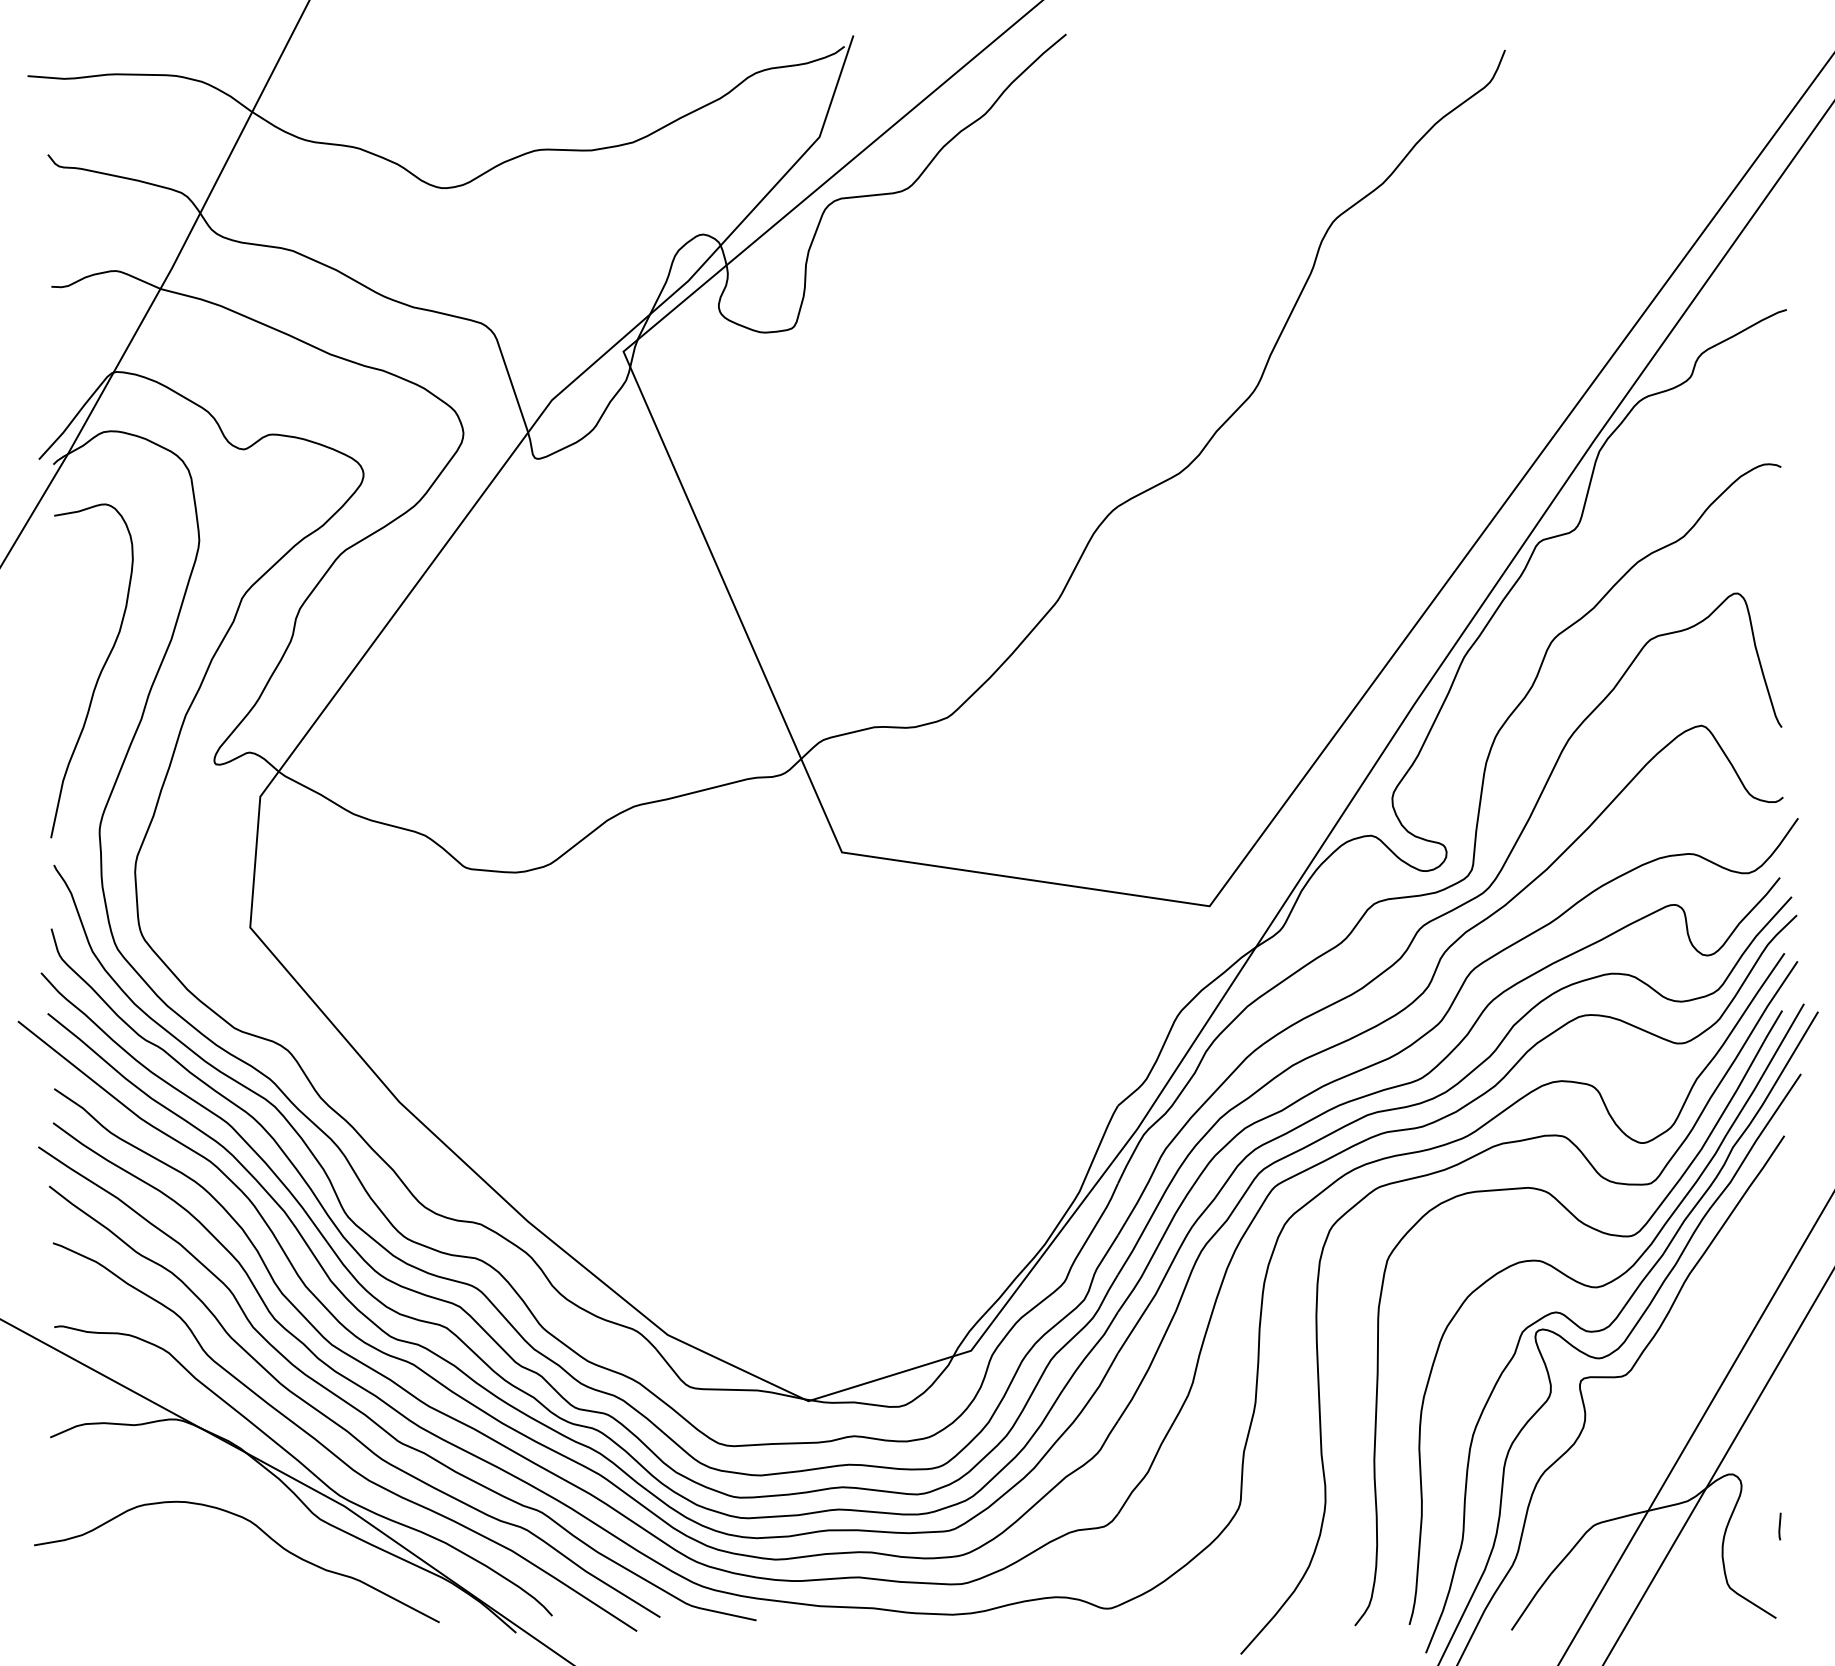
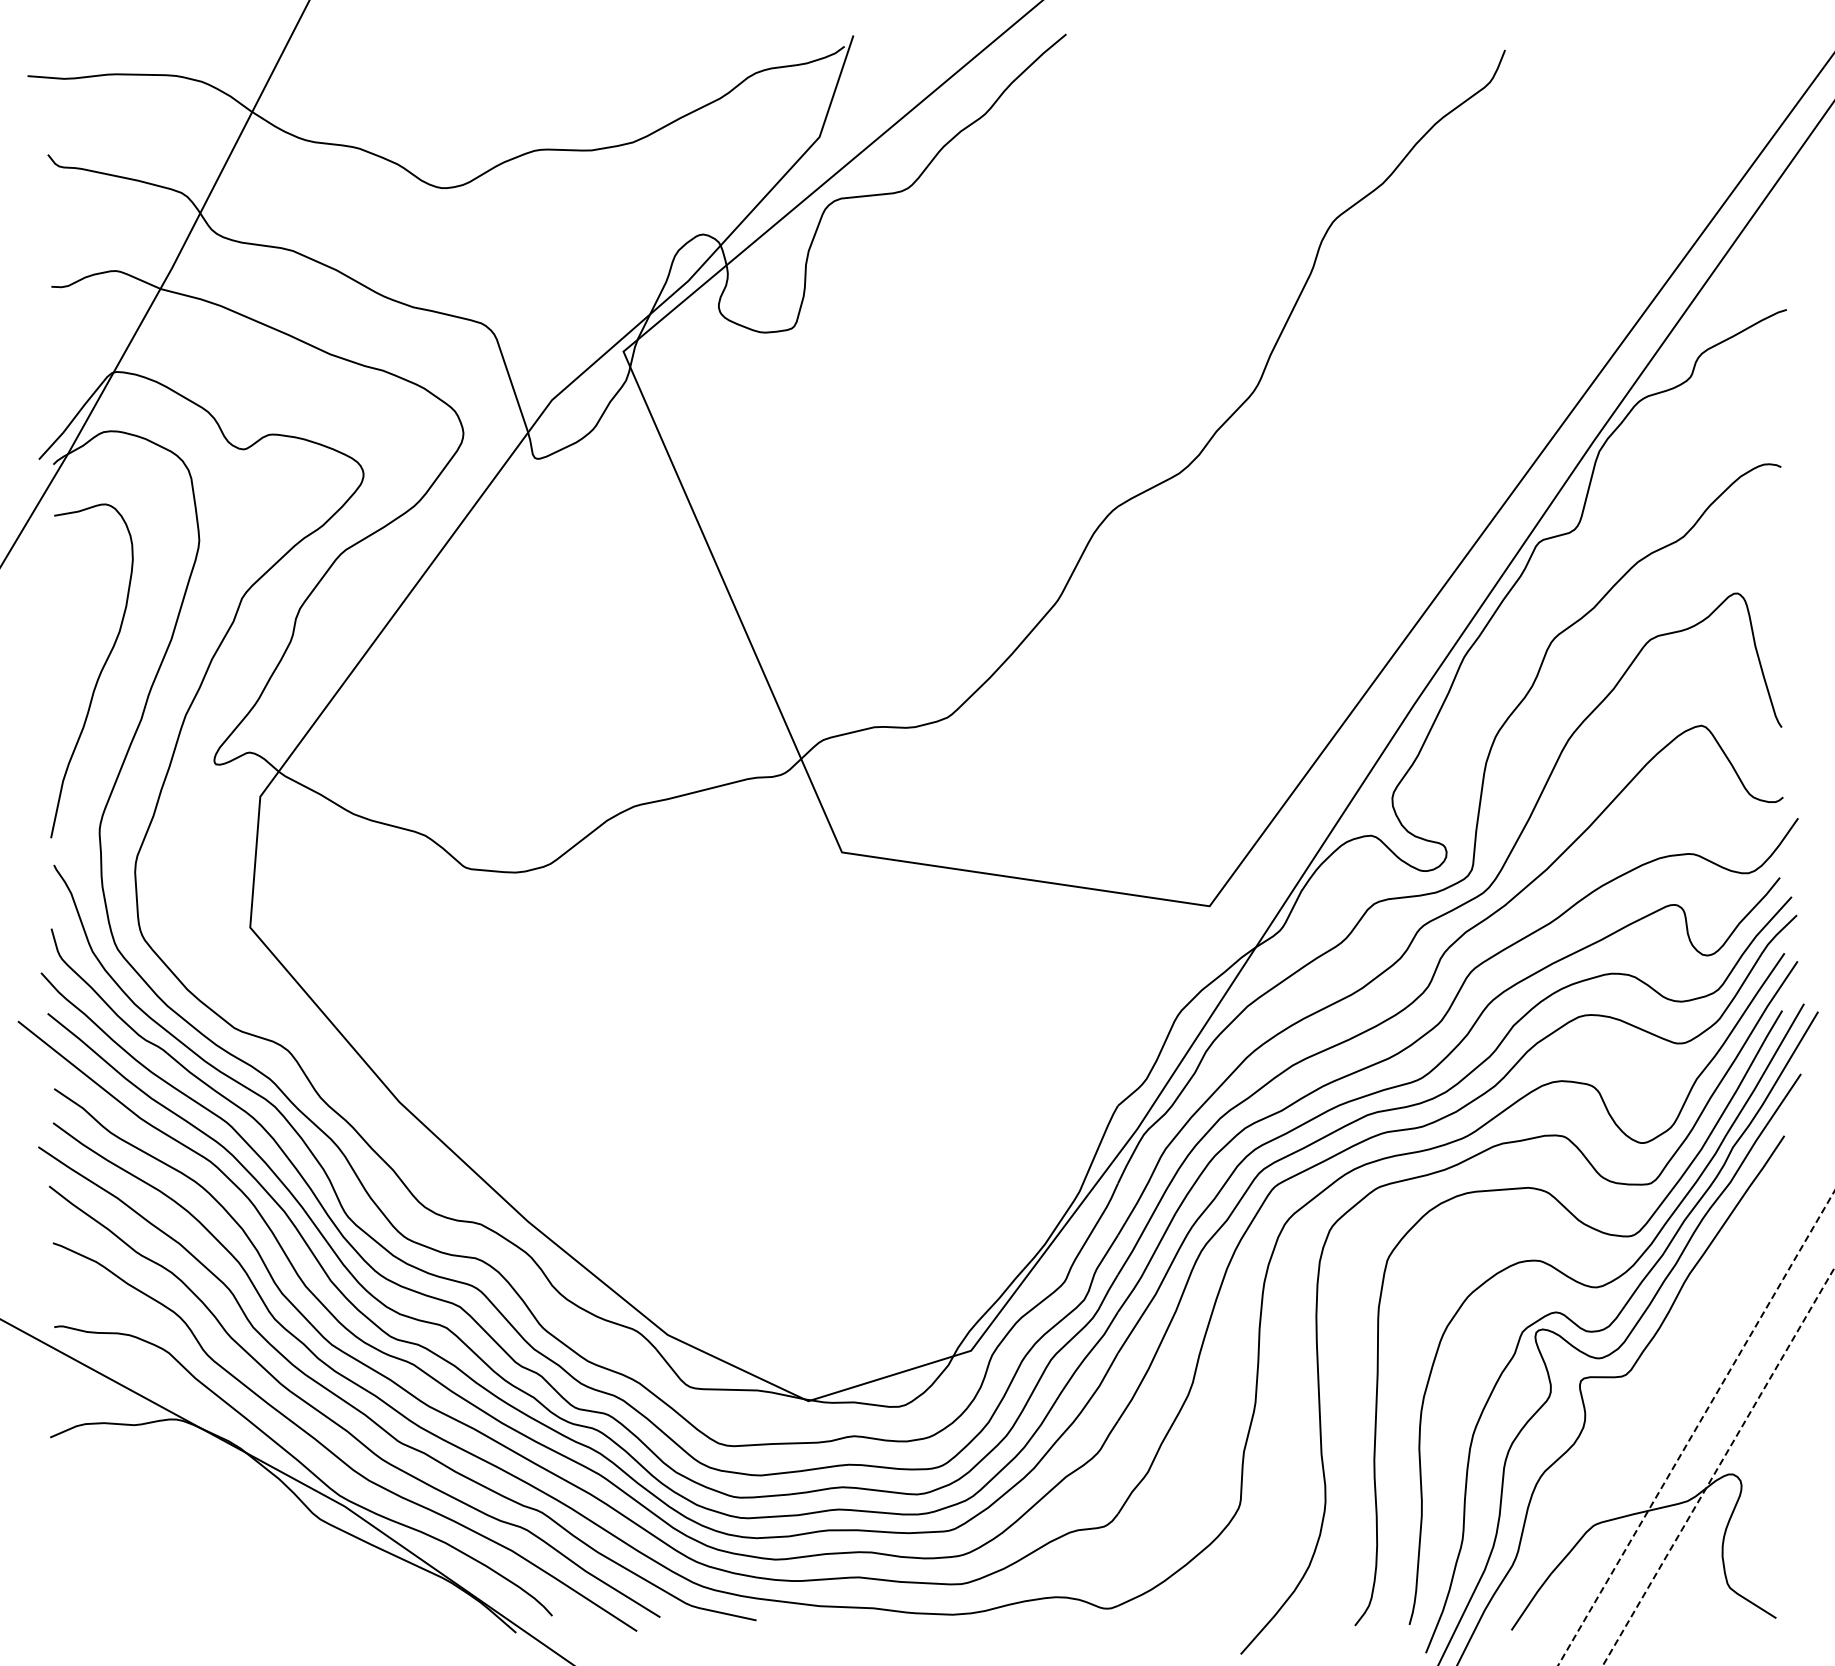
line at (1779, 1526): present -> none
curve at (263, 1533): present -> none
line at (1580, 1626): solid -> dashed
